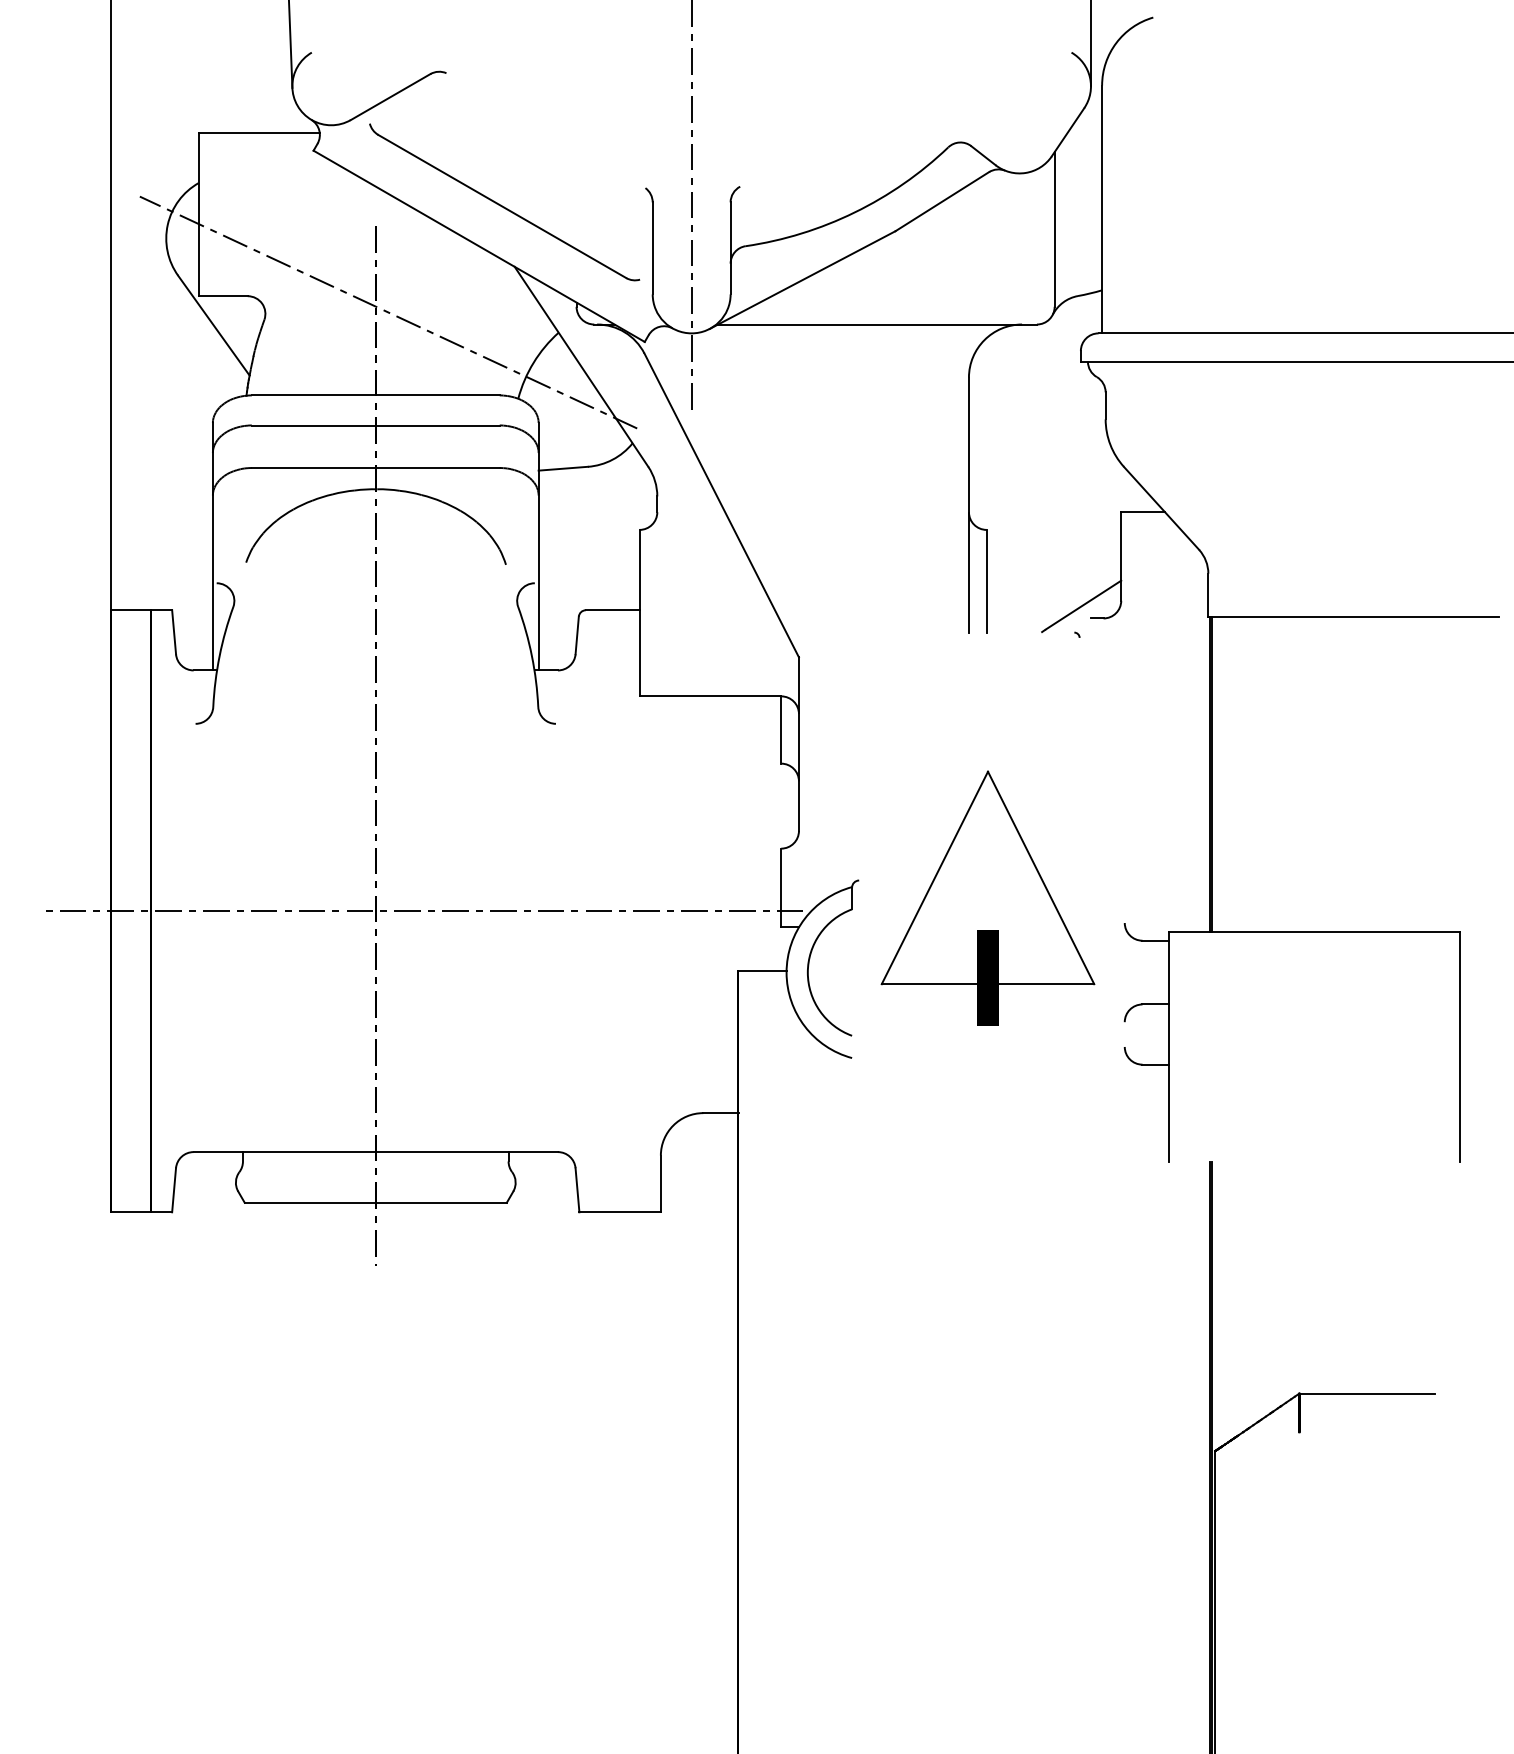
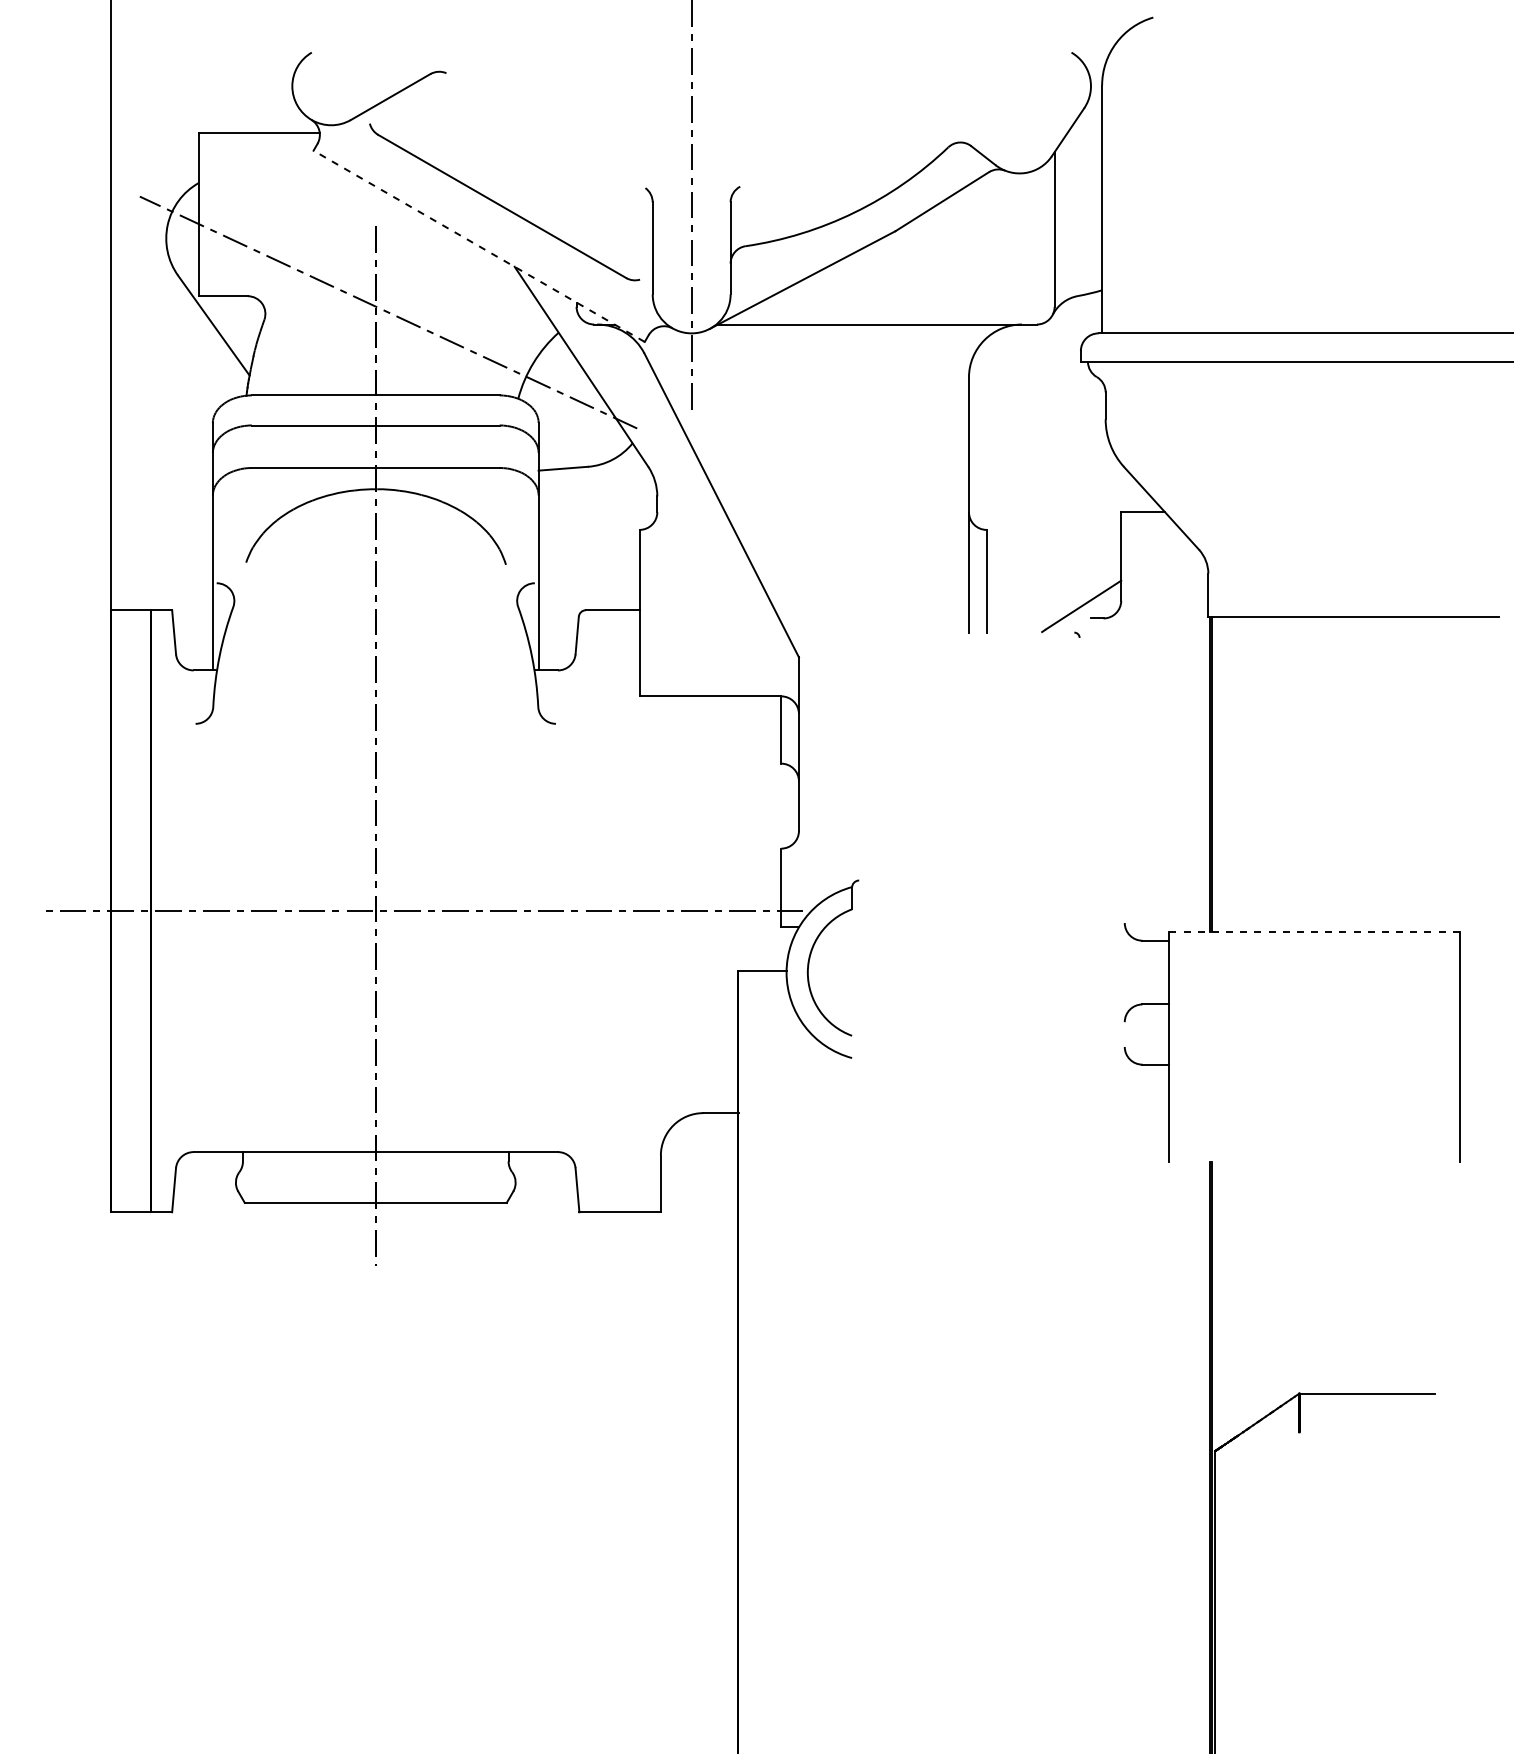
line at (290, 44): present -> none
line at (1090, 44): present -> none
line at (478, 246): solid -> dashed
part at (987, 897): present -> none
line at (1313, 931): solid -> dashed
